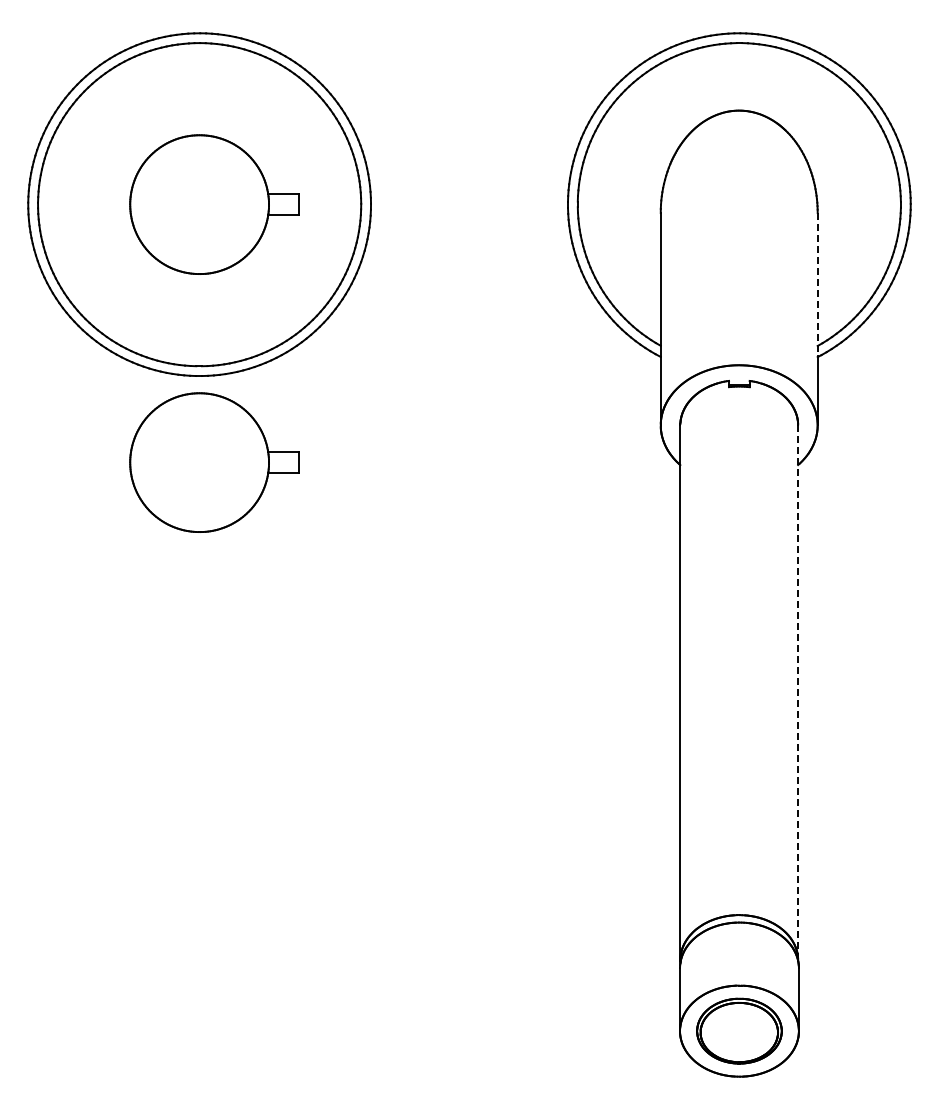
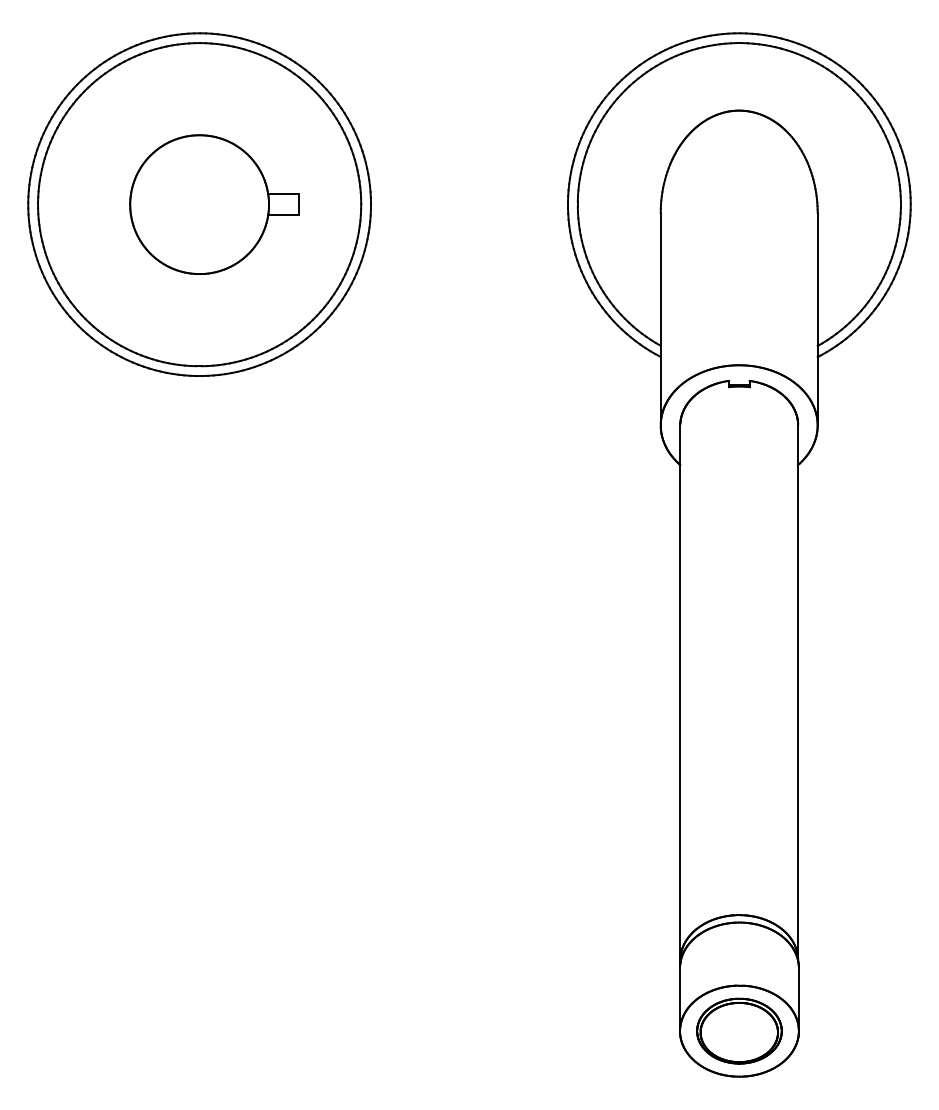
line at (817, 285): dashed -> solid
part at (214, 462): present -> none
line at (798, 692): dashed -> solid
